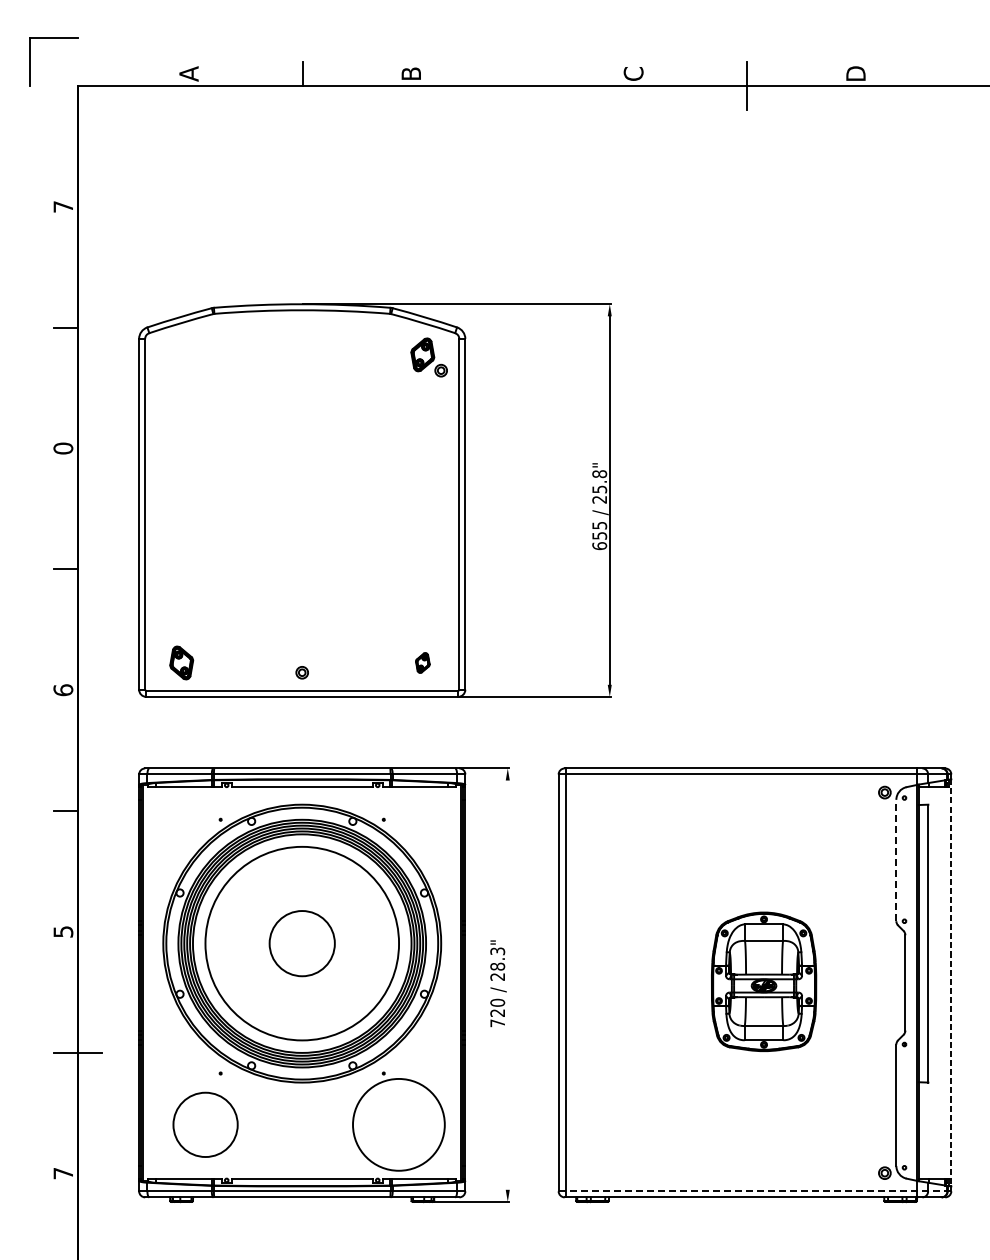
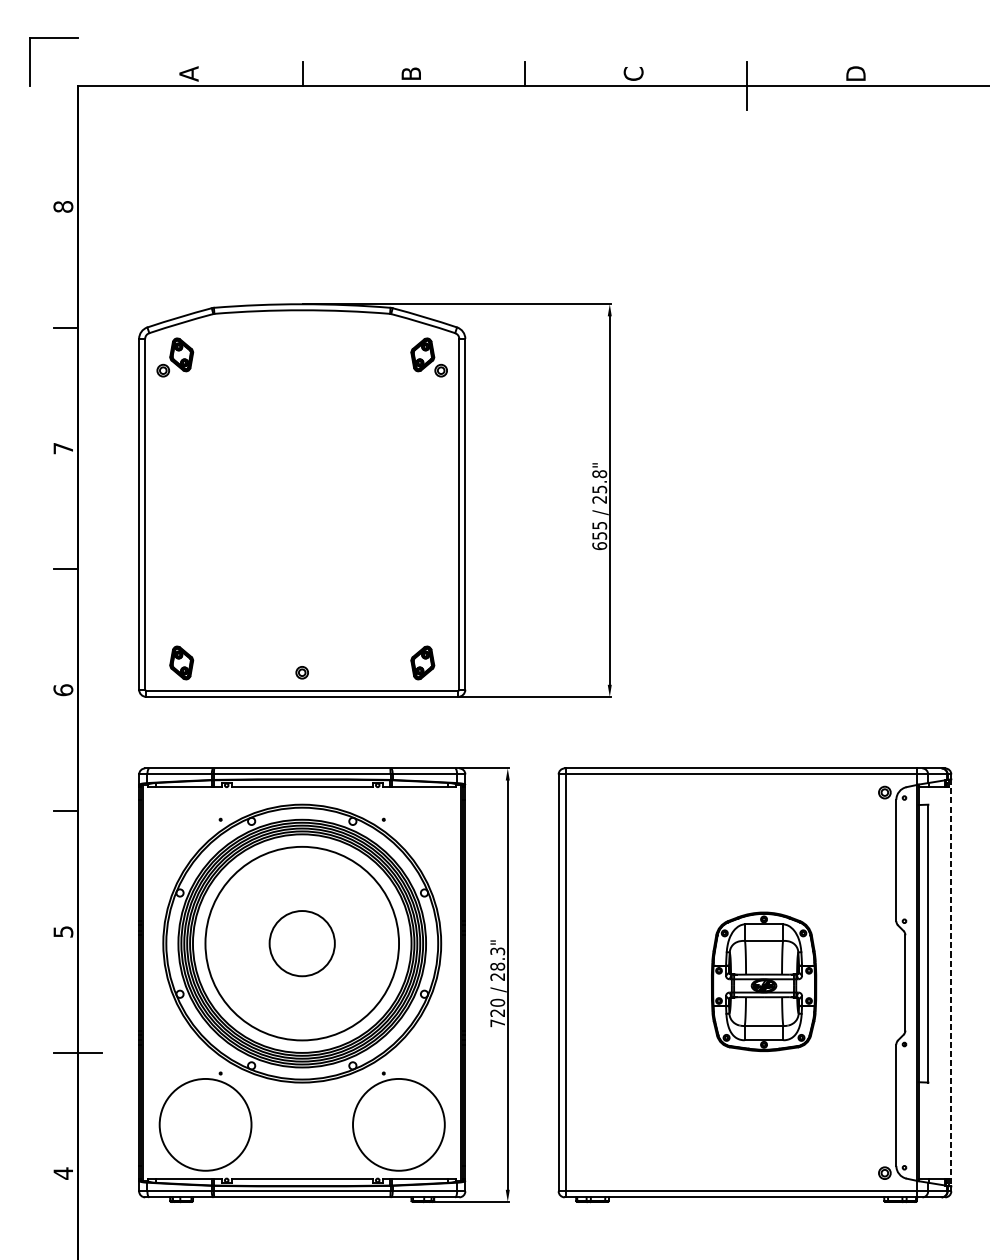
line at (524, 73): none -> present
text at (63, 206): 7 -> 8
part at (175, 357): none -> present
text at (63, 448): 0 -> 7
part at (422, 662) size: 16x22 px -> 26x36 px
line at (896, 860): dashed -> solid
line at (507, 984): none -> present
circle at (205, 1124) diameter: 64 px -> 92 px
text at (62, 1173): 7 -> 4
line at (754, 1191): dashed -> solid
